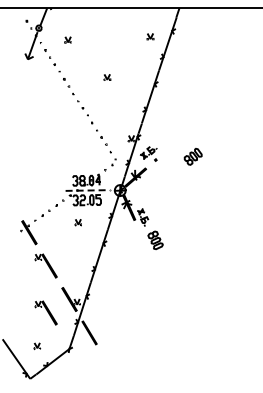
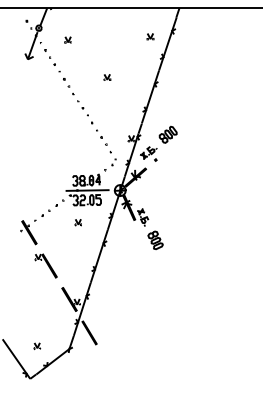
part at (192, 156) position: (192, 156) -> (167, 134)
line at (88, 190): dashed -> solid
part at (45, 312): present -> none
